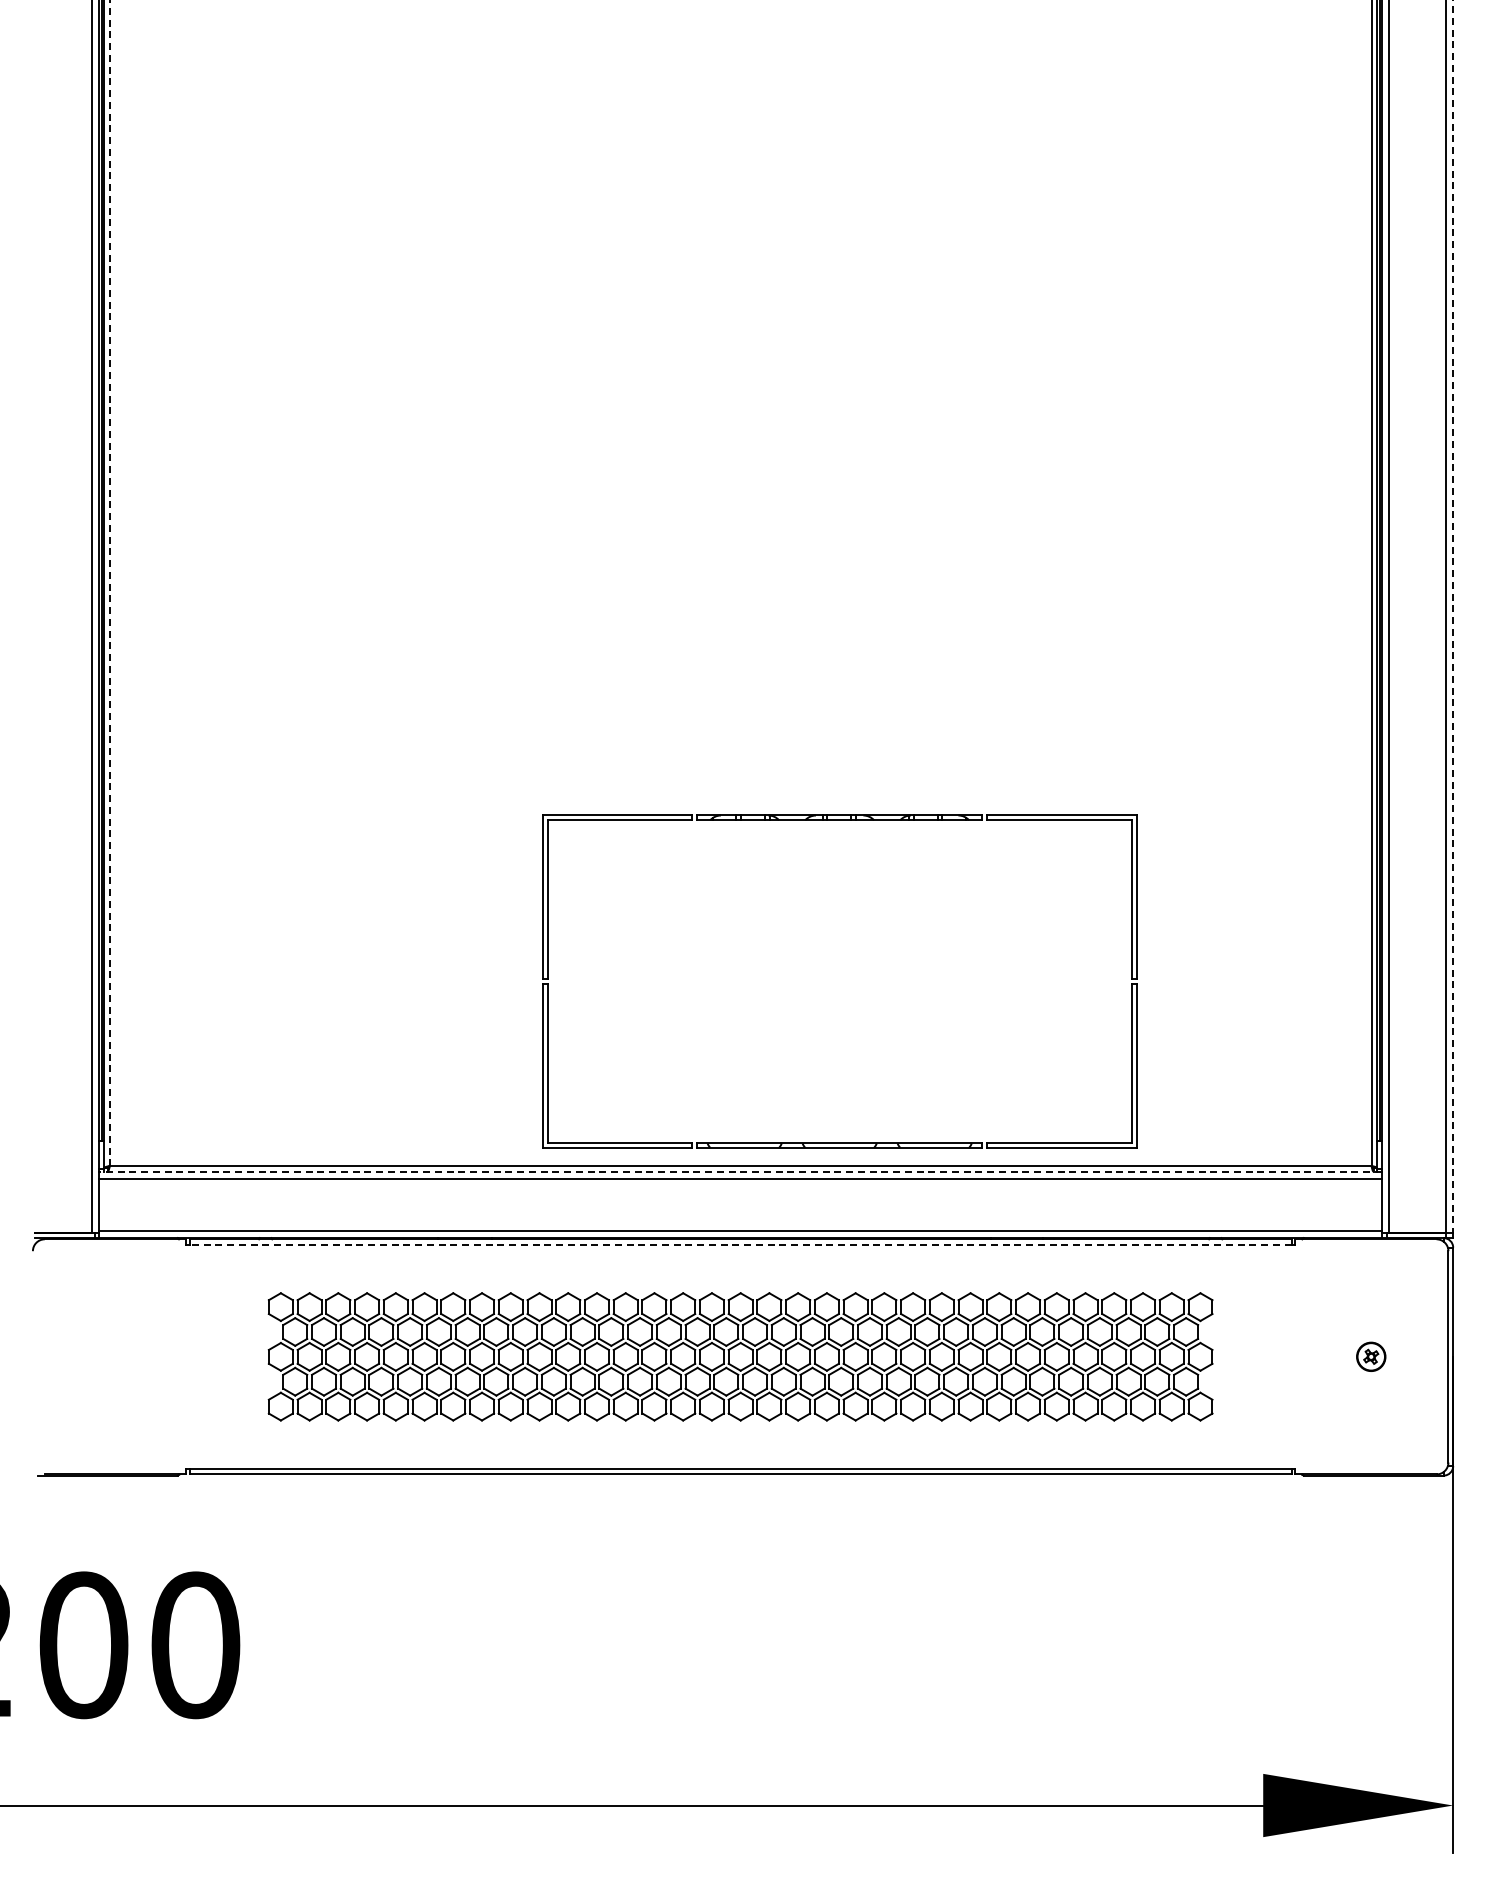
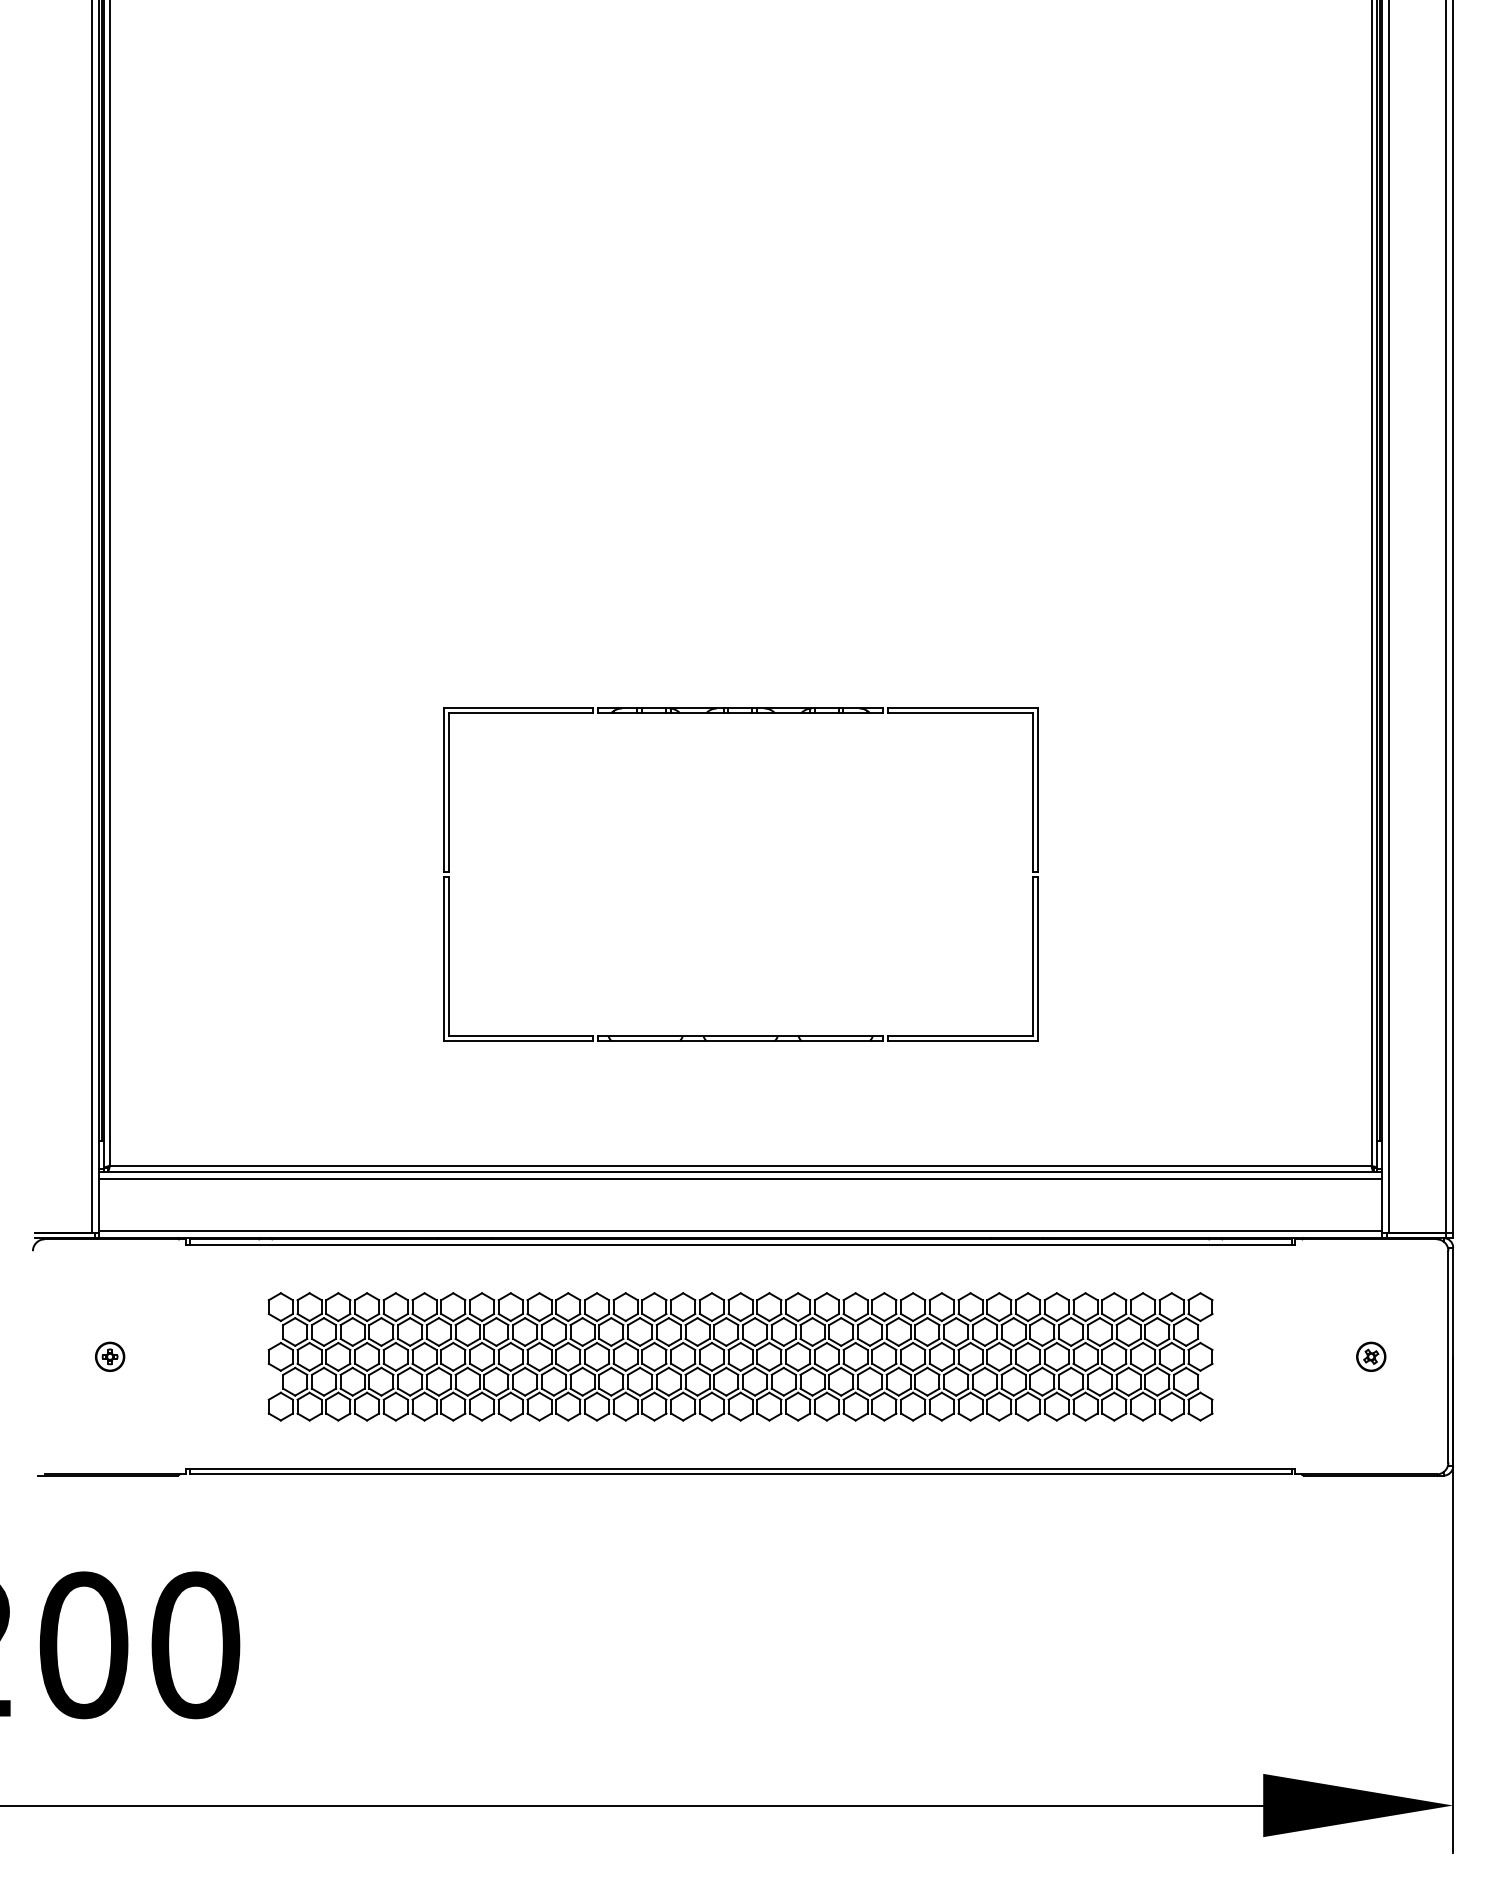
line at (109, 583): dashed -> solid
line at (1453, 617): dashed -> solid
part at (839, 820) position: (839, 820) -> (740, 713)
line at (740, 1171): dashed -> solid
line at (740, 1245): dashed -> solid
part at (110, 1356): none -> present
